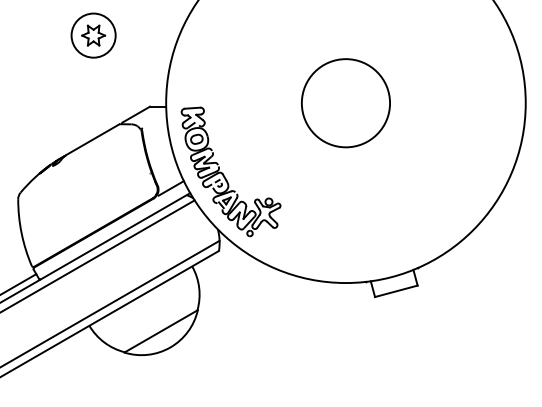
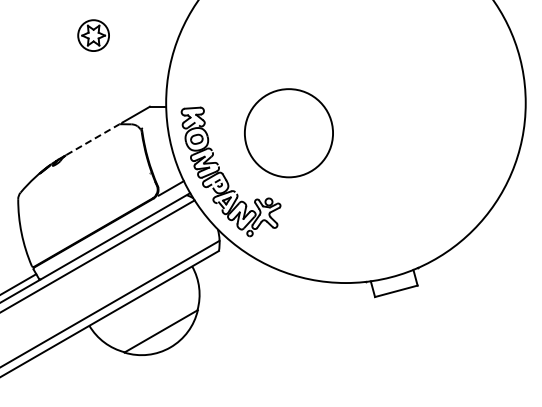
circle at (93, 35) diameter: 44 px -> 31 px
circle at (345, 103) position: (345, 103) -> (288, 133)
line at (92, 139): solid -> dashed
